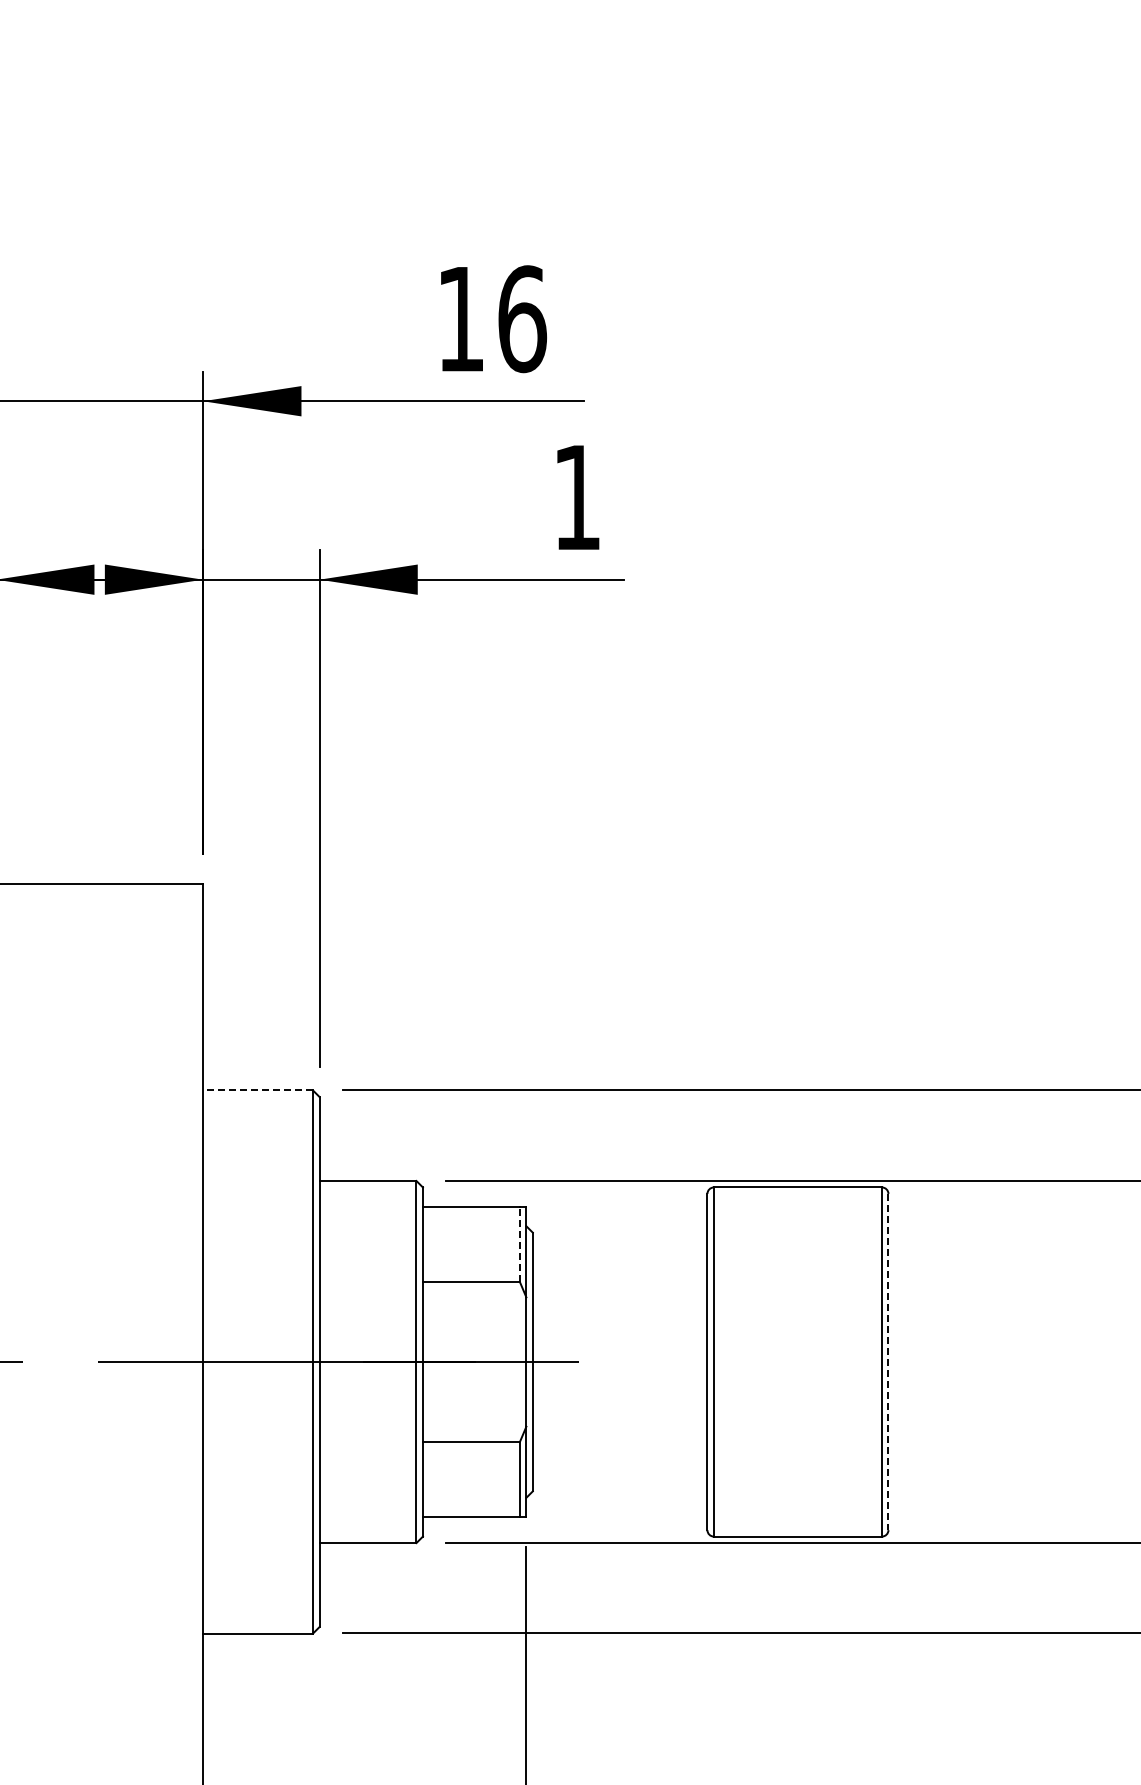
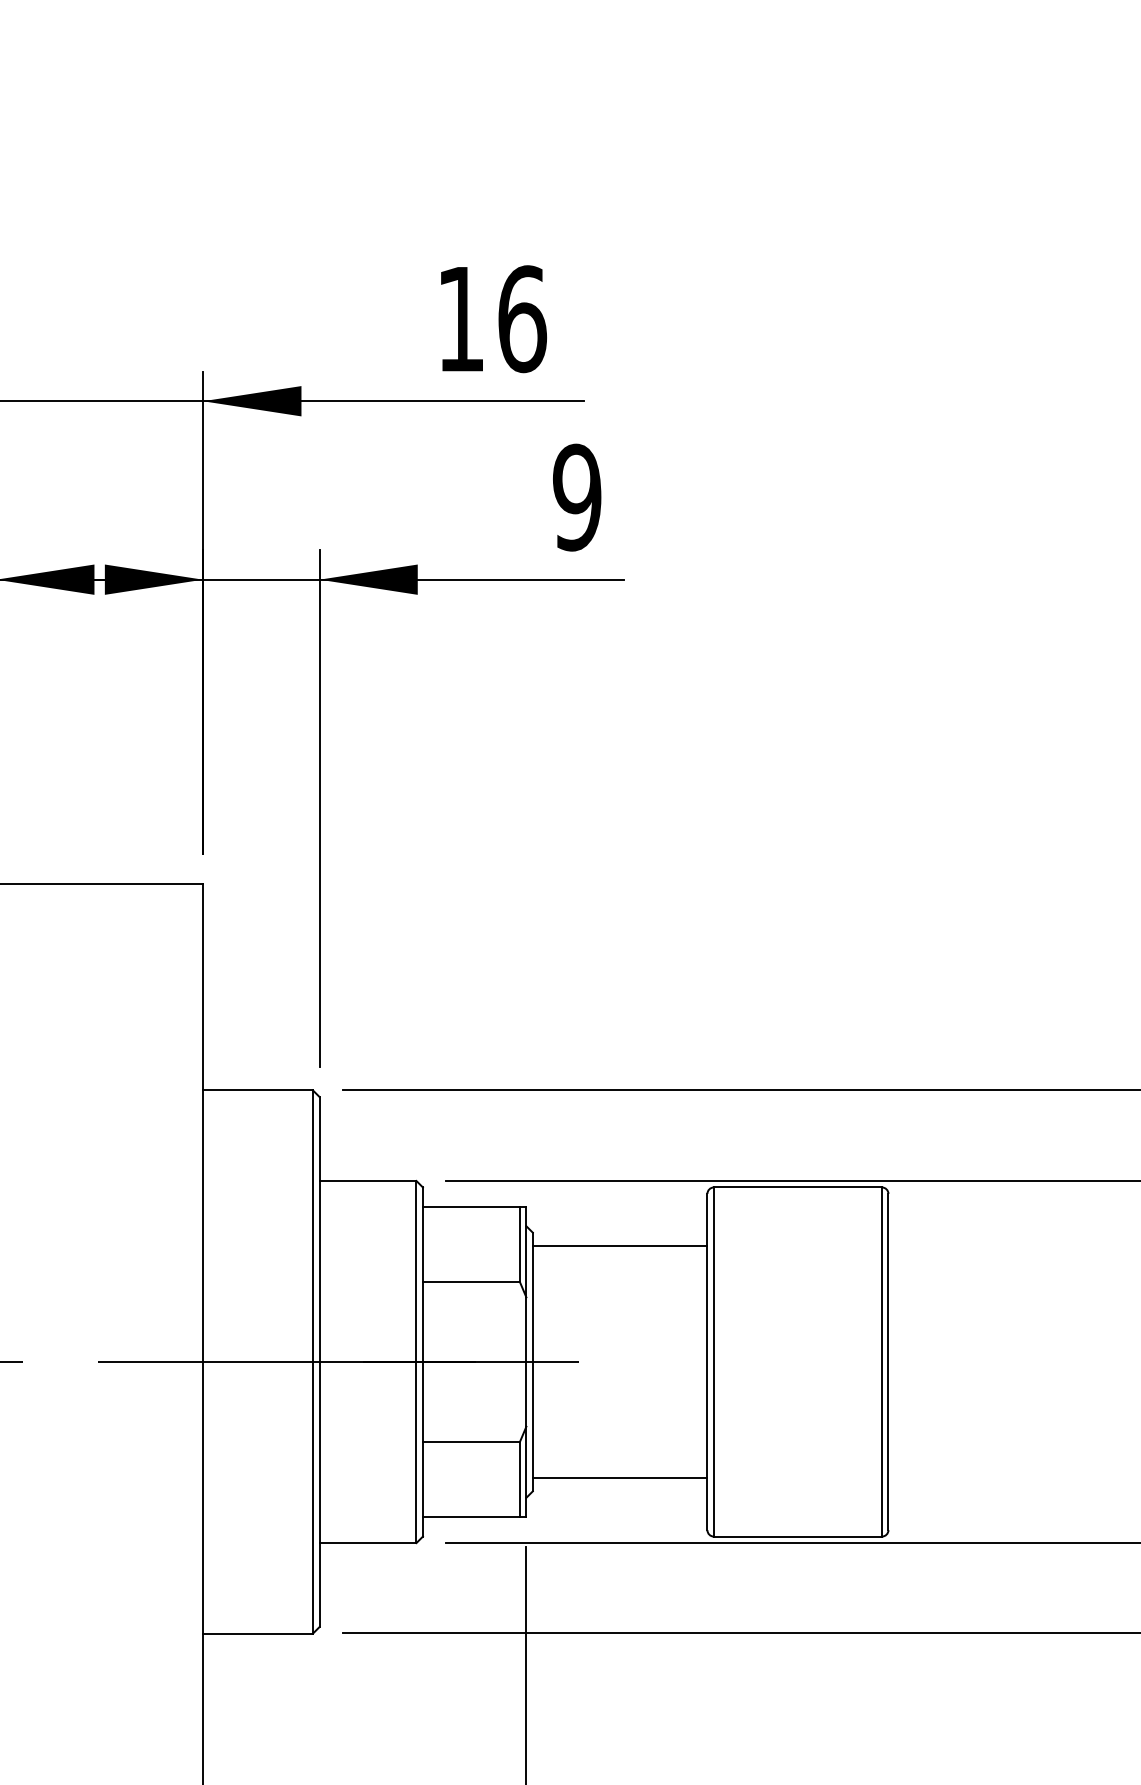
text at (577, 497): 1 -> 9
line at (258, 1090): dashed -> solid
line at (519, 1244): dashed -> solid
line at (619, 1245): none -> present
line at (888, 1362): dashed -> solid
line at (619, 1478): none -> present
